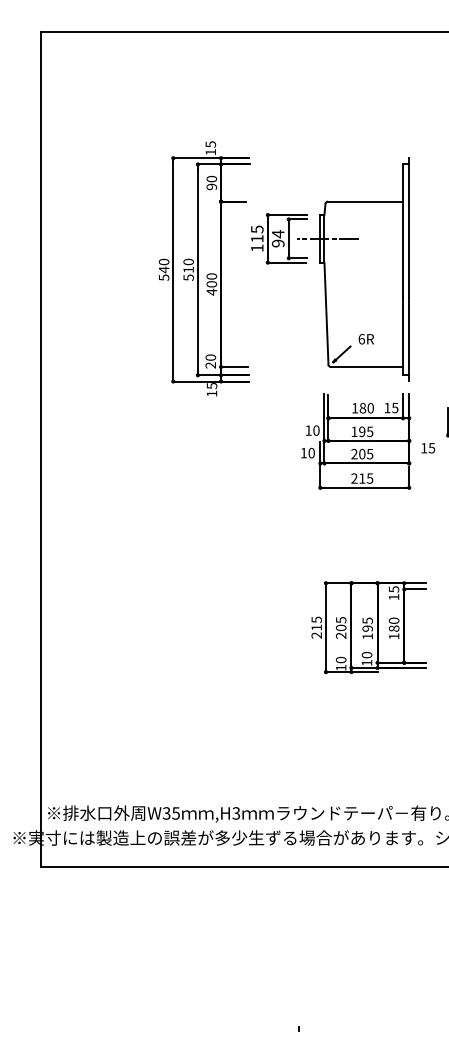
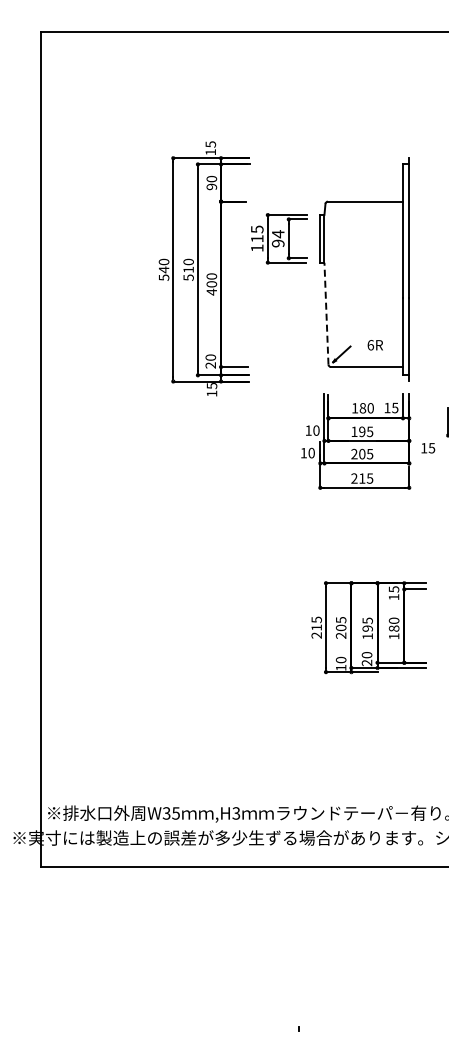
line at (328, 238): present -> none
line at (326, 313): solid -> dashed
text at (365, 339) position: (365, 339) -> (374, 345)
text at (366, 662): 10 -> 20
